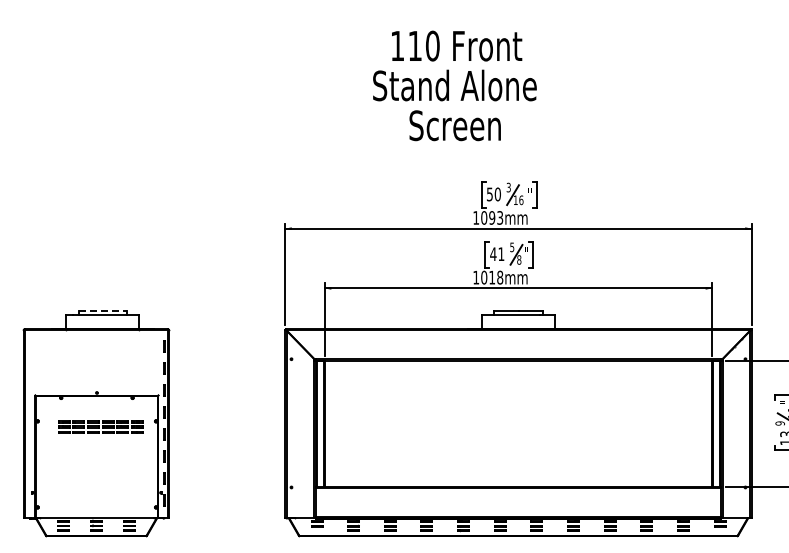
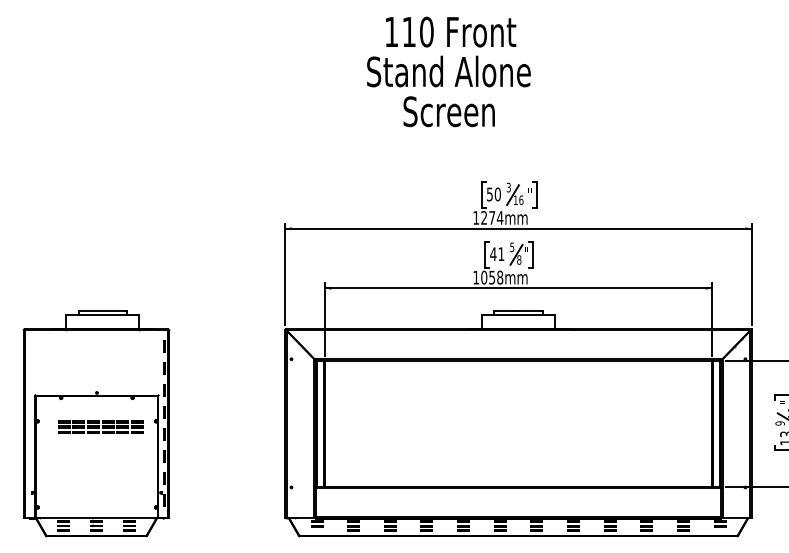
text at (454, 85) position: (454, 85) -> (448, 71)
text at (492, 217): 1093mm -> 1274mm
text at (492, 277): 1018mm -> 1058mm
line at (103, 310): dashed -> solid
